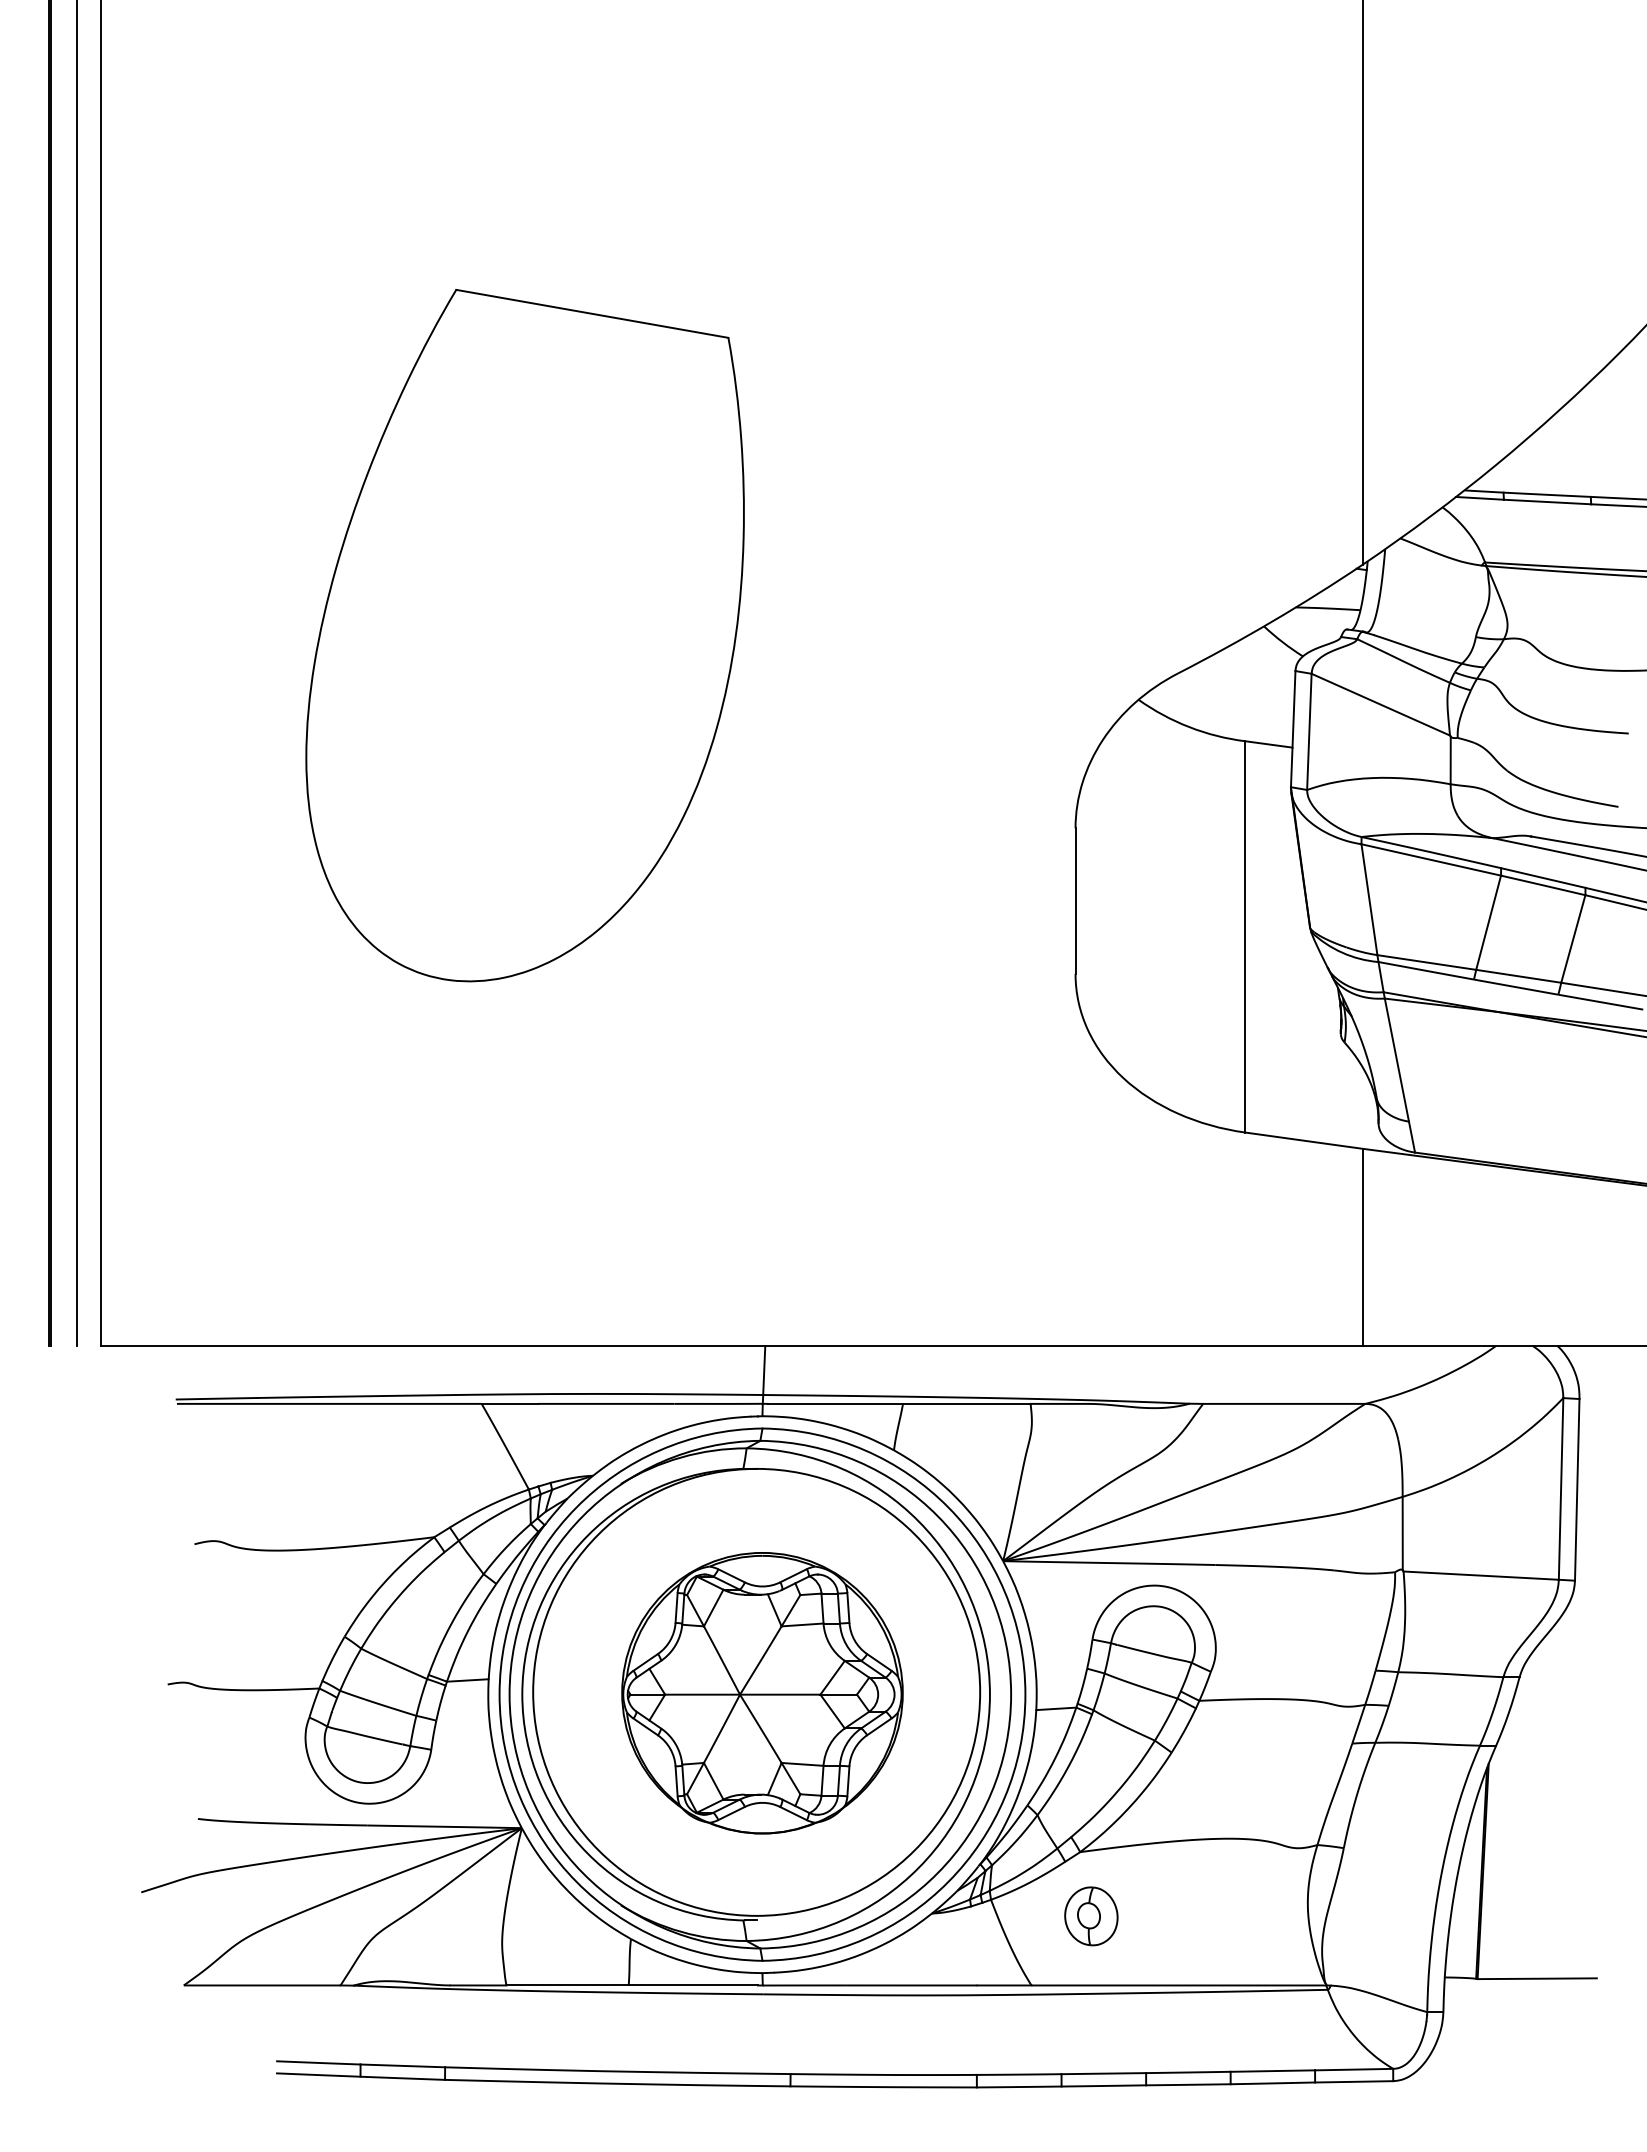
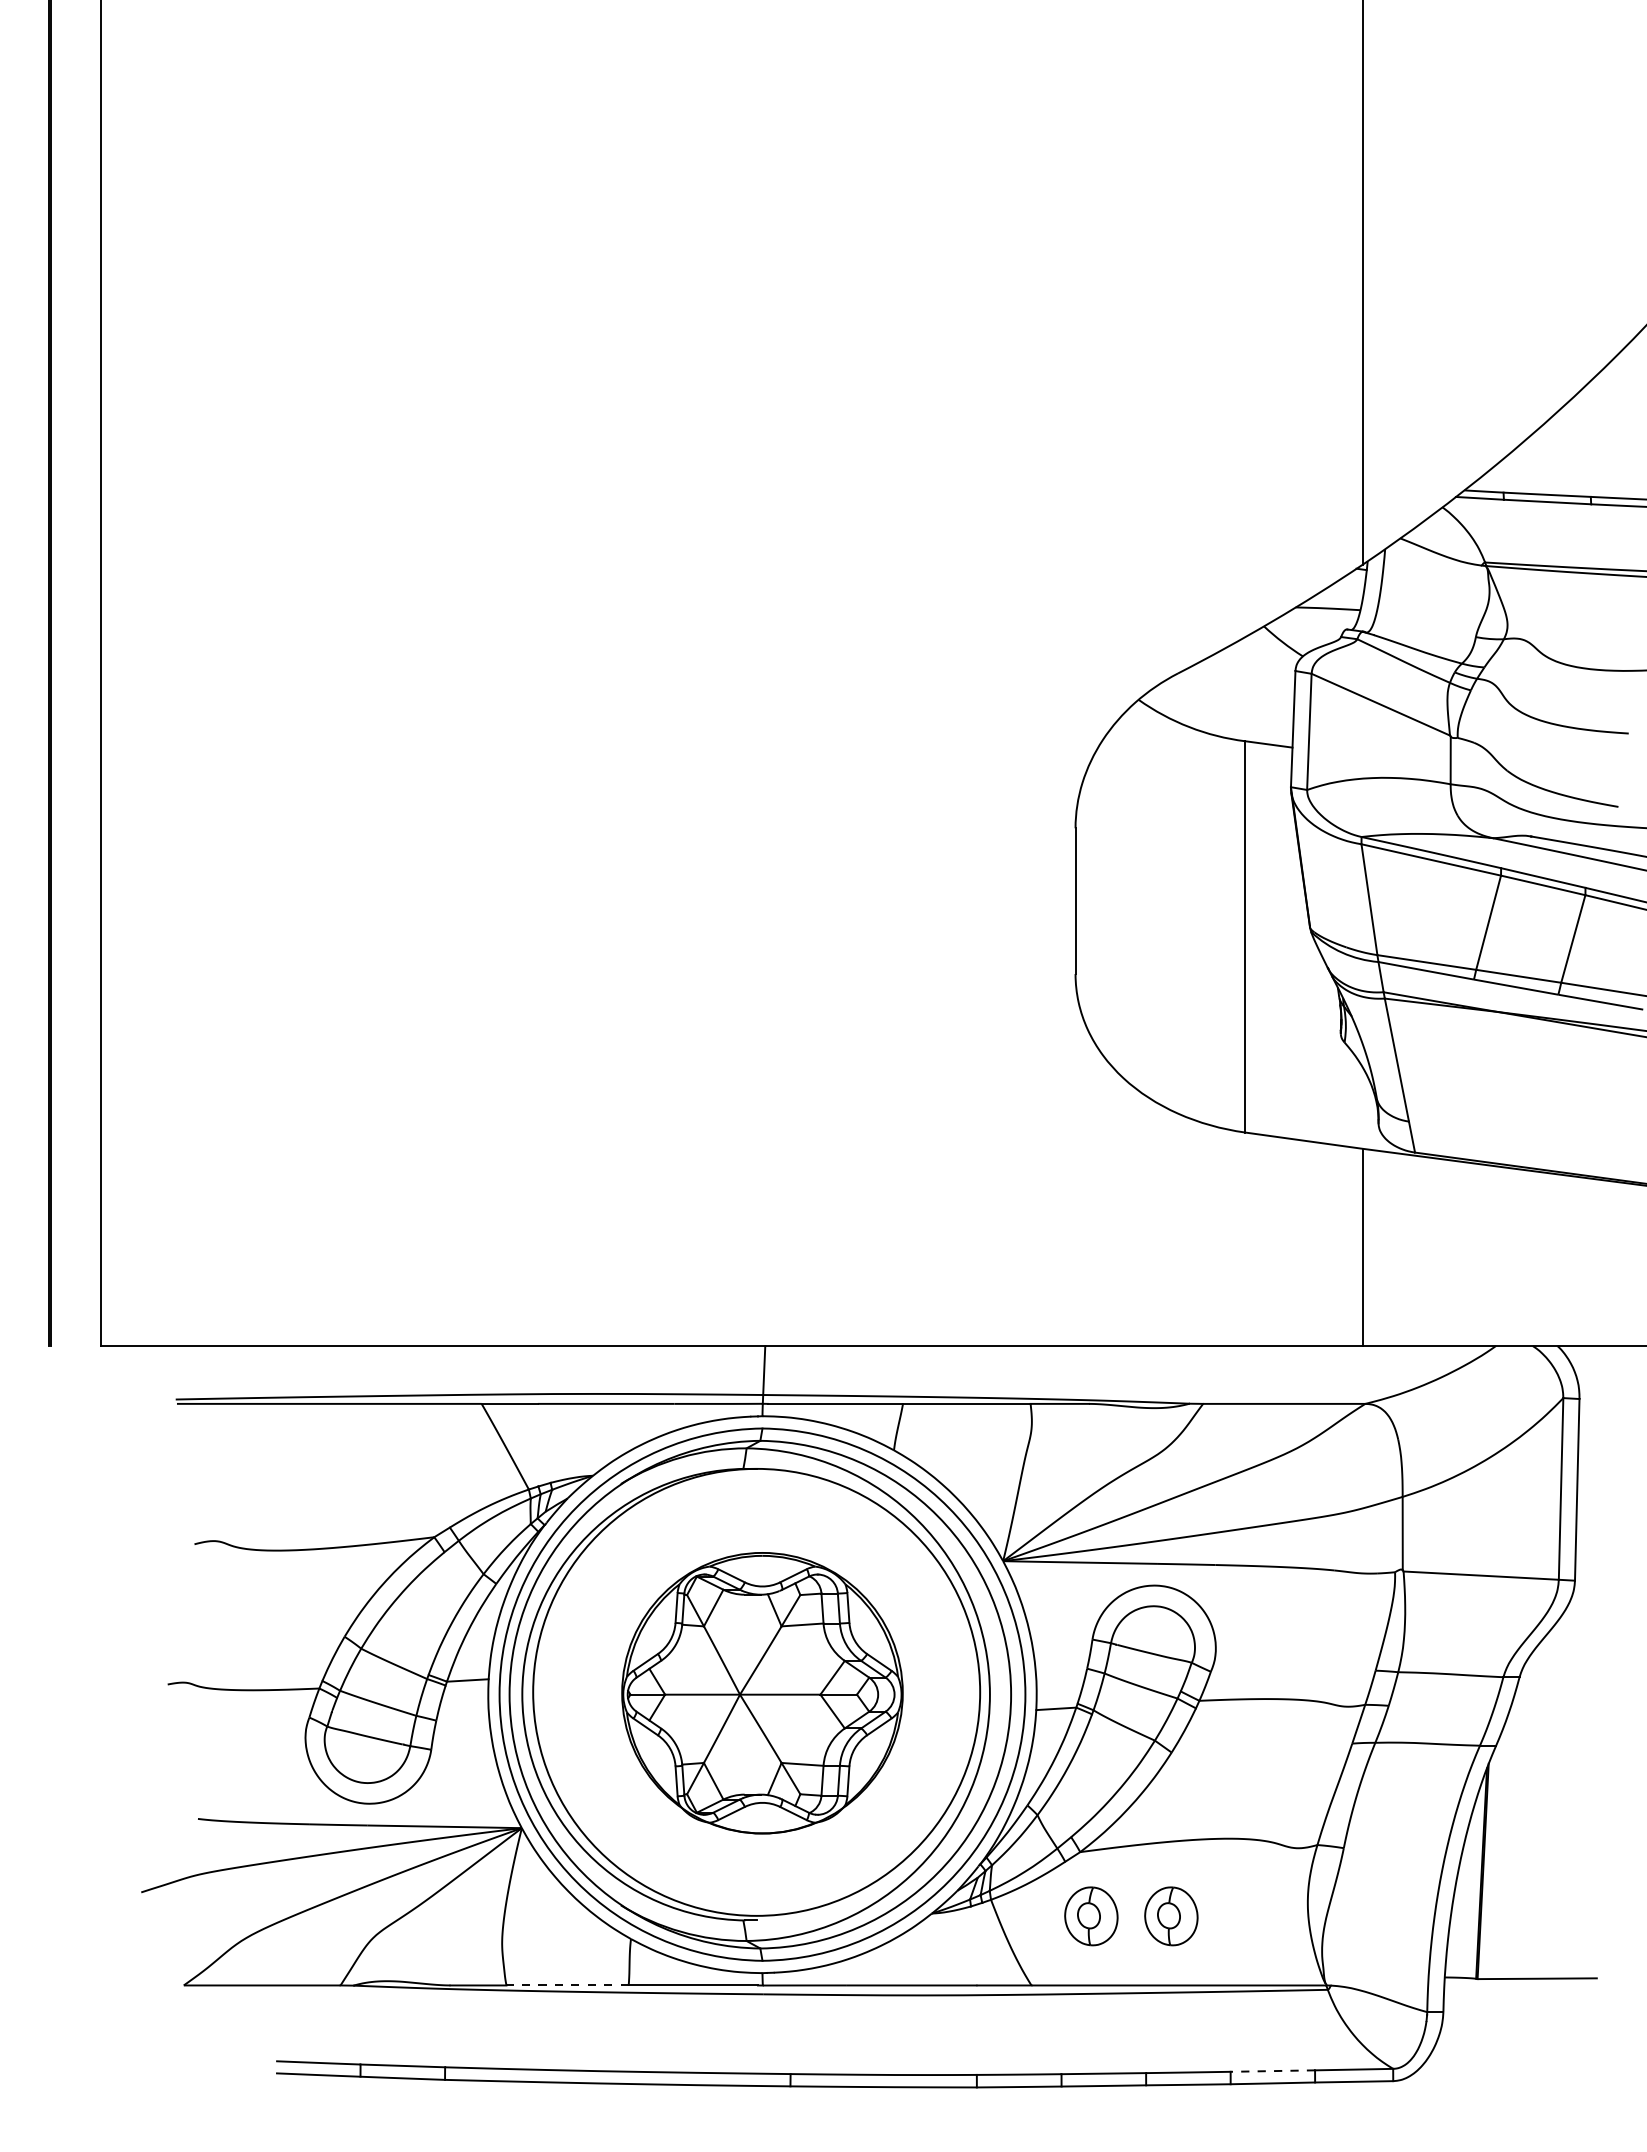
part at (524, 635): present -> none
line at (76, 674): present -> none
part at (1171, 1916): none -> present
line at (567, 1985): solid -> dashed
line at (1272, 2071): solid -> dashed
